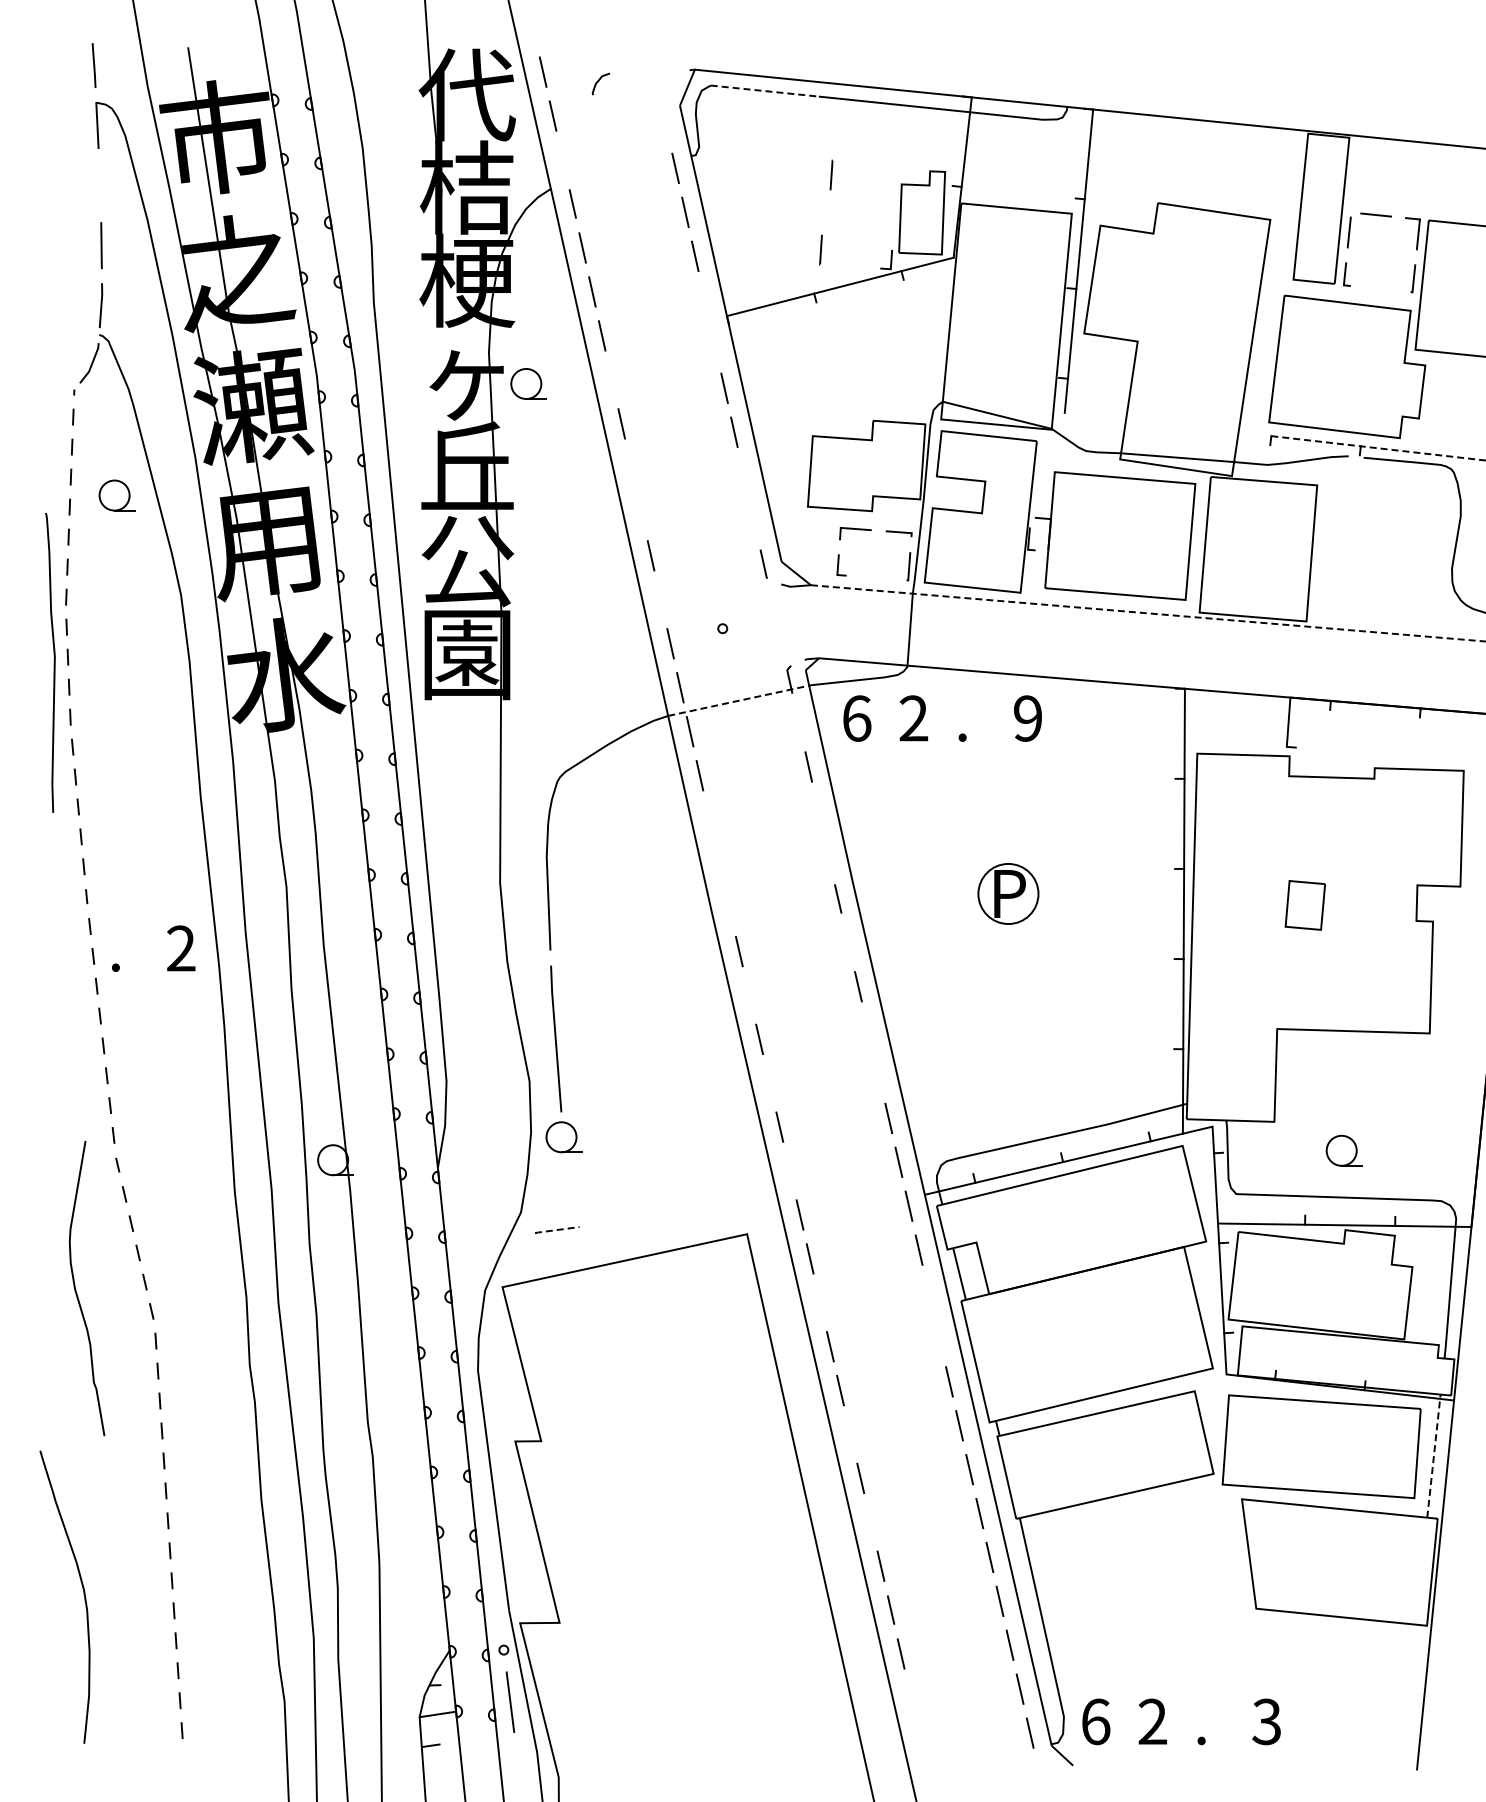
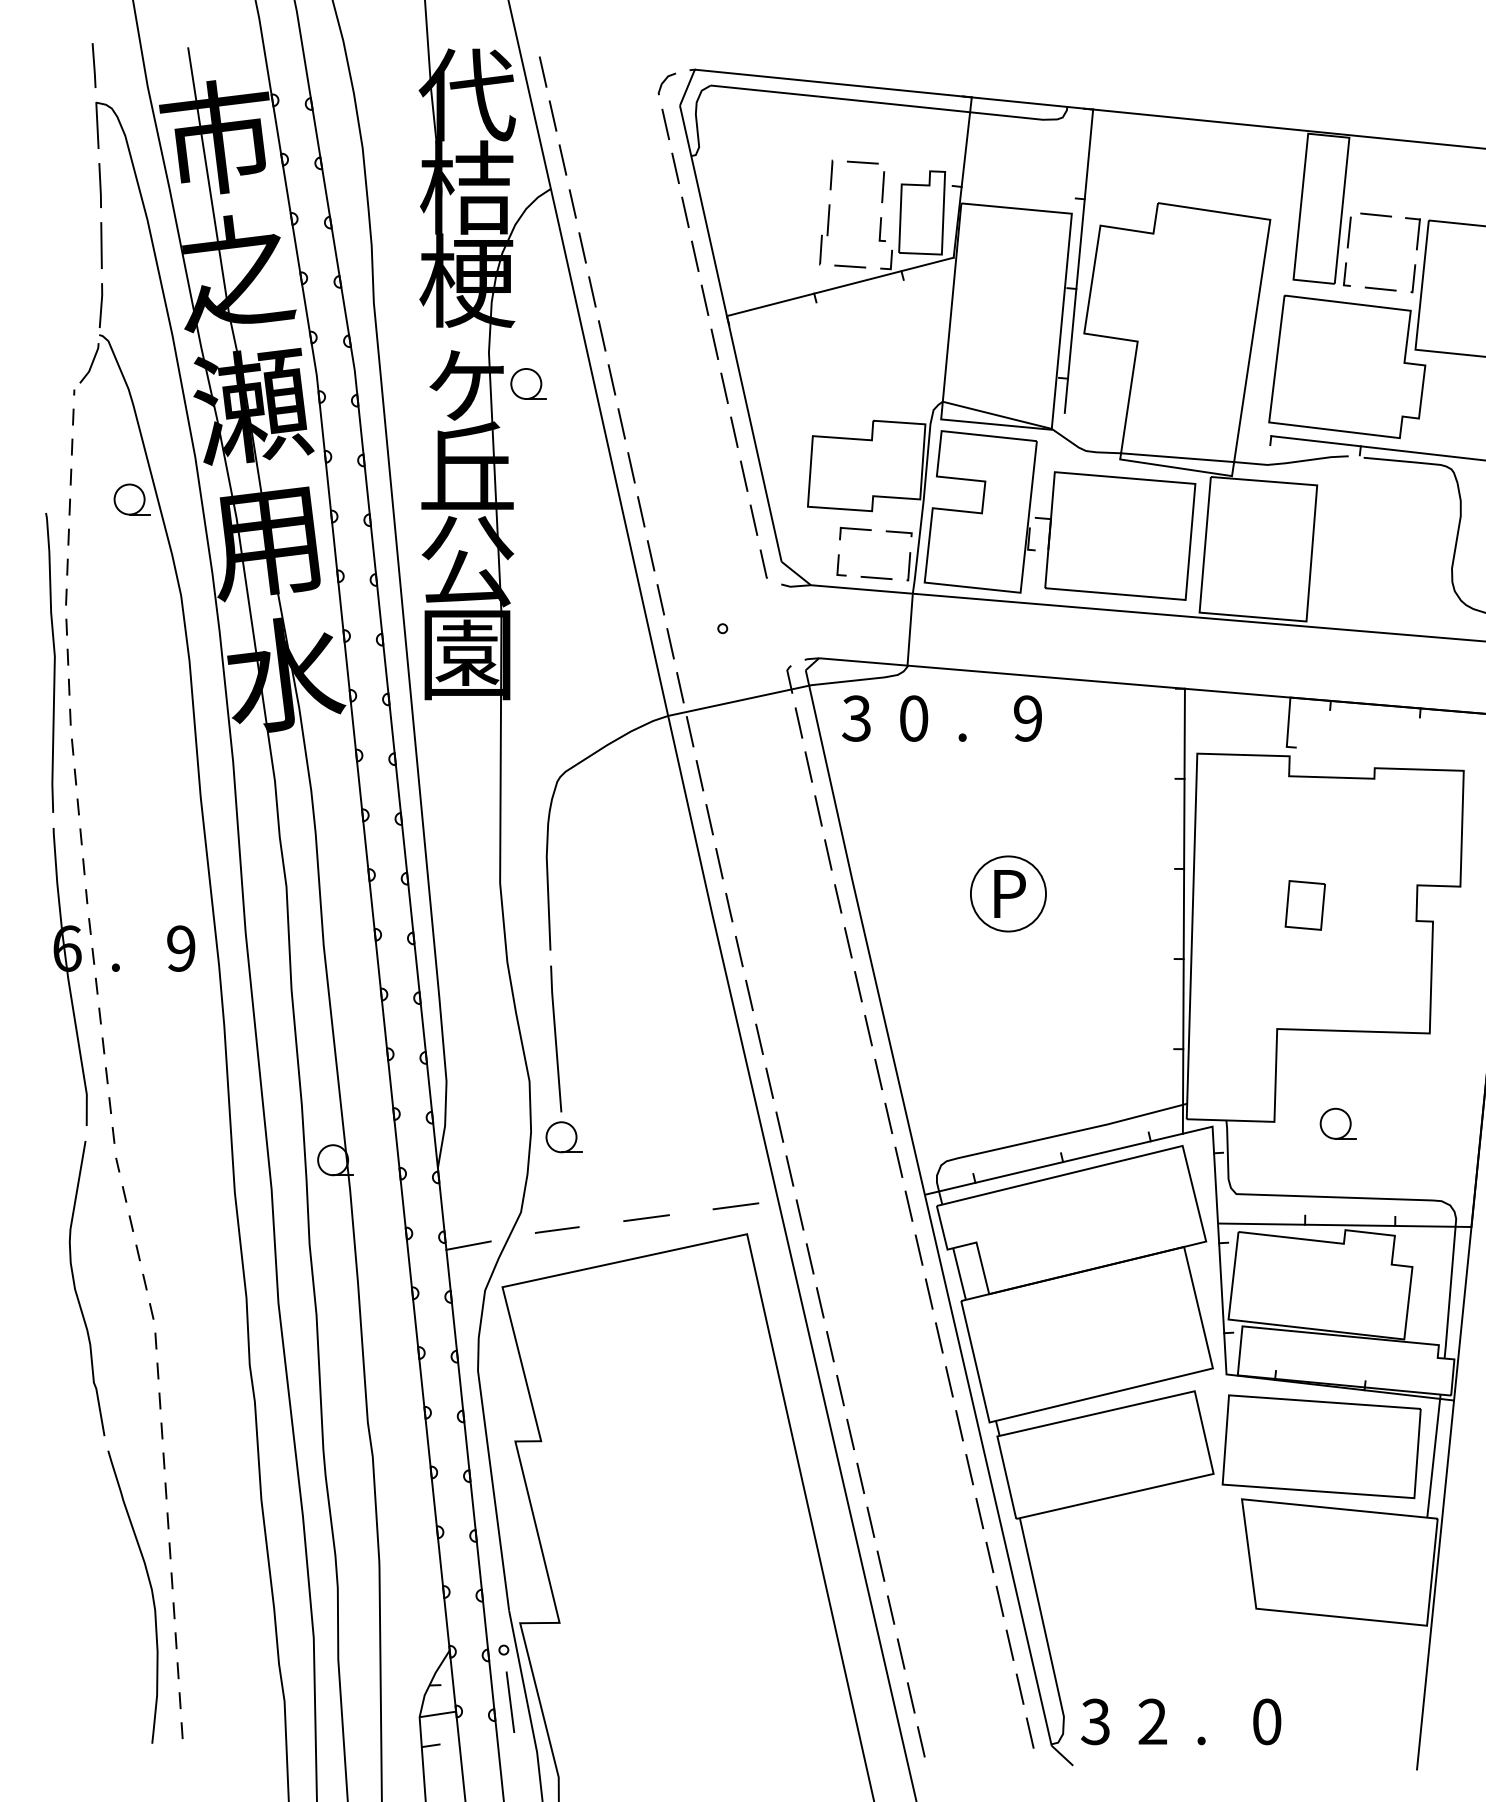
line at (599, 81) position: (599, 81) -> (665, 81)
line at (765, 91): dashed -> solid
line at (665, 124): none -> present
line at (562, 159): none -> present
line at (862, 162): none -> present
line at (99, 185): none -> present
line at (883, 187): none -> present
line at (828, 220): none -> present
line at (881, 229): none -> present
line at (850, 266): none -> present
line at (1380, 288): none -> present
line at (704, 300): none -> present
line at (714, 343): none -> present
line at (611, 379): none -> present
line at (1378, 448): dashed -> solid
line at (631, 467): none -> present
line at (744, 475): none -> present
part at (116, 495) position: (116, 495) -> (131, 499)
line at (641, 511): none -> present
line at (753, 519): none -> present
line at (876, 577): none -> present
line at (660, 599): none -> present
line at (1148, 613): dashed -> solid
line at (739, 700): dashed -> solid
text at (856, 718): 6 -> 3
text at (913, 718): 2 -> 0
line at (798, 722): none -> present
line at (818, 810): none -> present
line at (709, 819): none -> present
line at (828, 854): none -> present
line at (719, 863): none -> present
circle at (1008, 893) diameter: 60 px -> 75 px
line at (729, 907): none -> present
line at (847, 942): none -> present
text at (181, 948): 2 -> 9
part at (69, 976): none -> present
line at (749, 995): none -> present
line at (868, 1030): none -> present
line at (878, 1074): none -> present
line at (769, 1082): none -> present
part at (1343, 1150) position: (1343, 1150) -> (1337, 1123)
line at (789, 1170): none -> present
line at (735, 1206): none -> present
line at (646, 1218): none -> present
line at (556, 1230): dashed -> solid
line at (468, 1245): none -> present
line at (928, 1293): none -> present
line at (819, 1302): none -> present
line at (939, 1337): none -> present
line at (850, 1434): none -> present
line at (1433, 1456): dashed -> solid
line at (870, 1521): none -> present
curve at (83, 1594) position: (83, 1594) -> (151, 1594)
line at (910, 1697): none -> present
text at (1095, 1721): 6 -> 3
text at (1266, 1721): 3 -> 0
line at (920, 1741): none -> present
